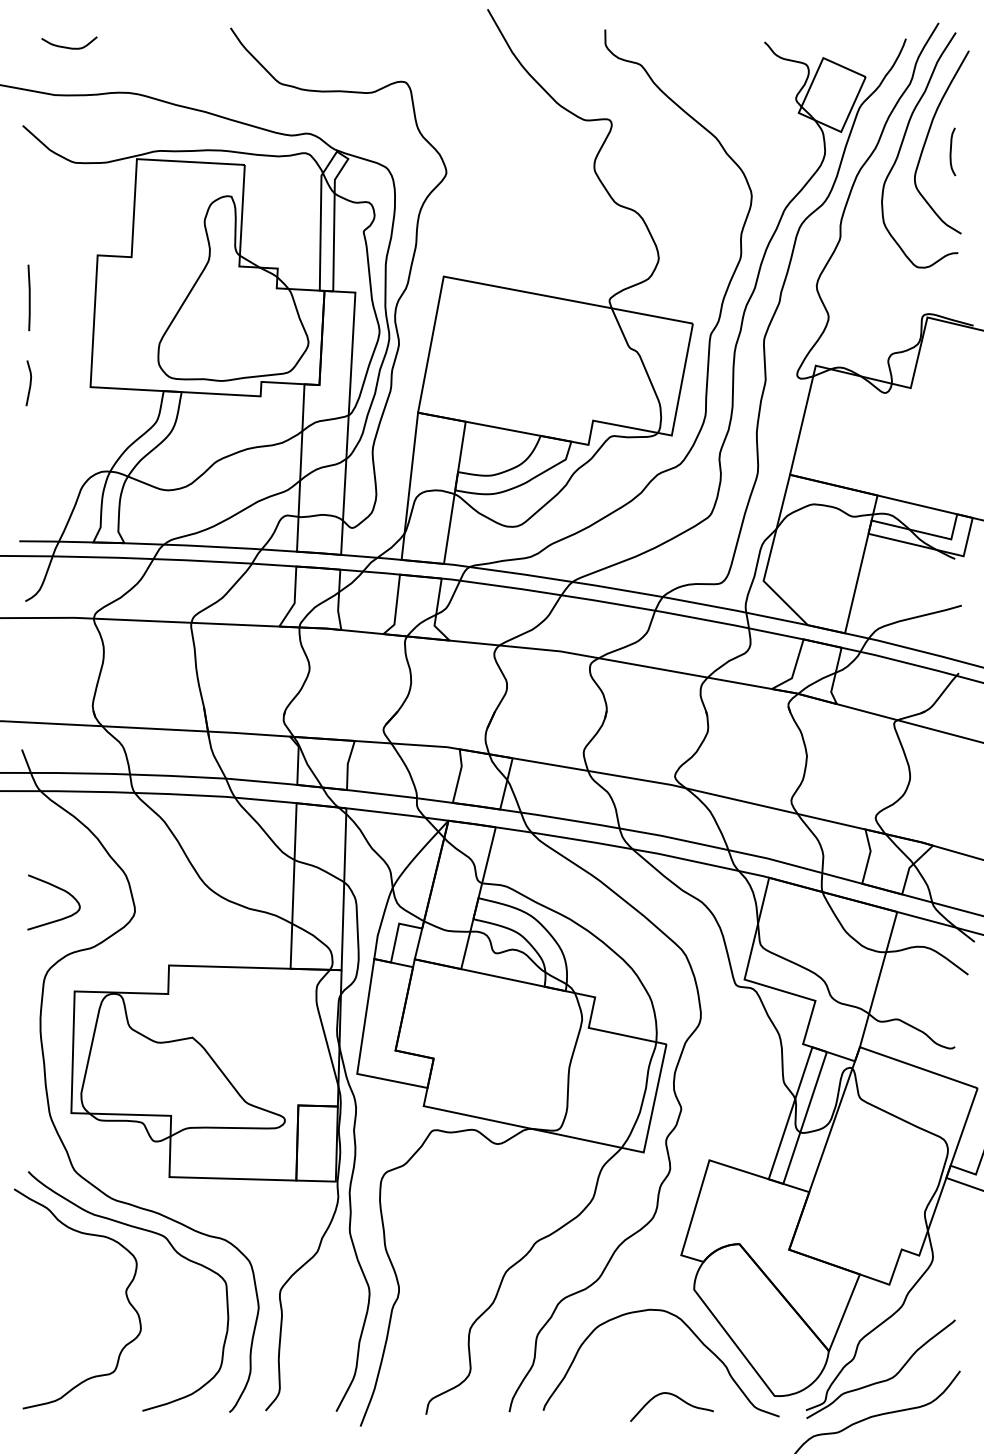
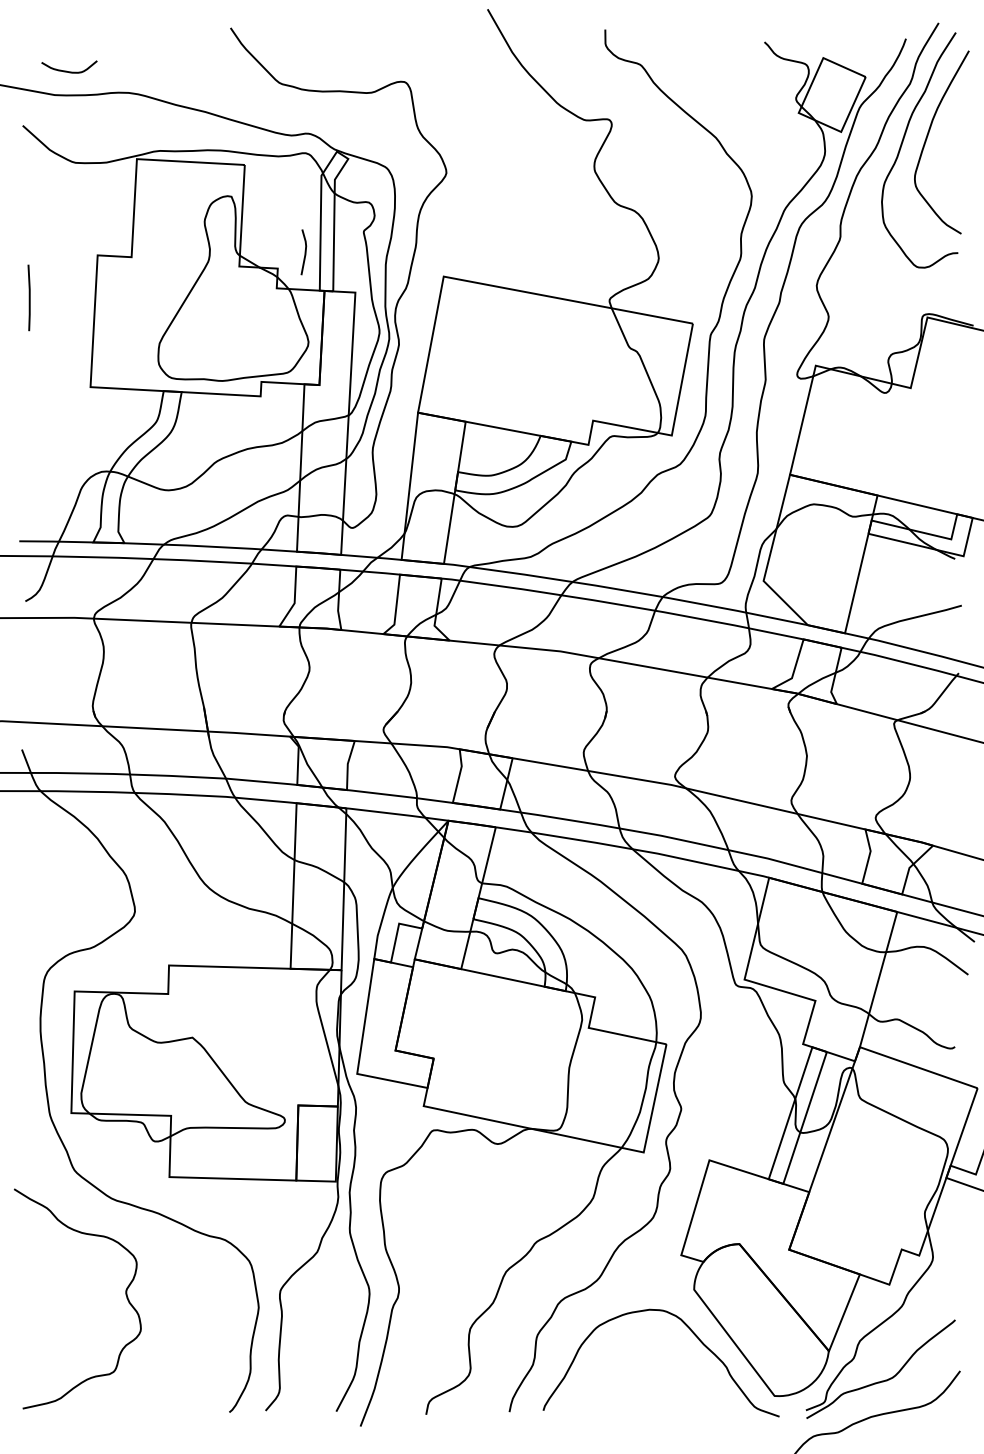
curve at (66, 46) position: (66, 46) -> (66, 70)
curve at (951, 151): present -> none
line at (29, 383) position: (29, 383) -> (304, 252)
curve at (59, 889): present -> none
curve at (175, 1252): present -> none
curve at (677, 1398): present -> none
